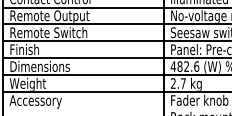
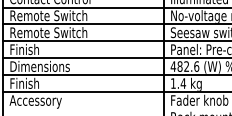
text at (71, 16): Remote Output -> Remote Switch
text at (27, 83): Weight -> Finish
text at (178, 83): 2.7 -> 1.4
